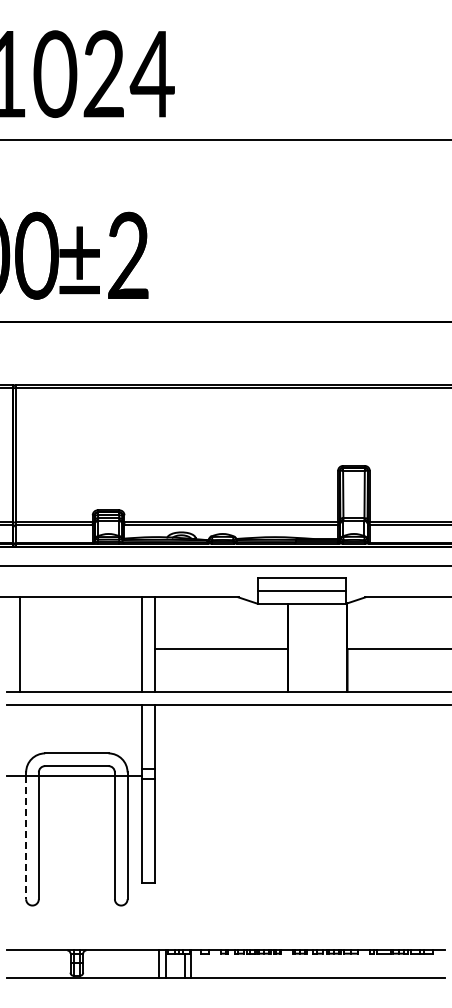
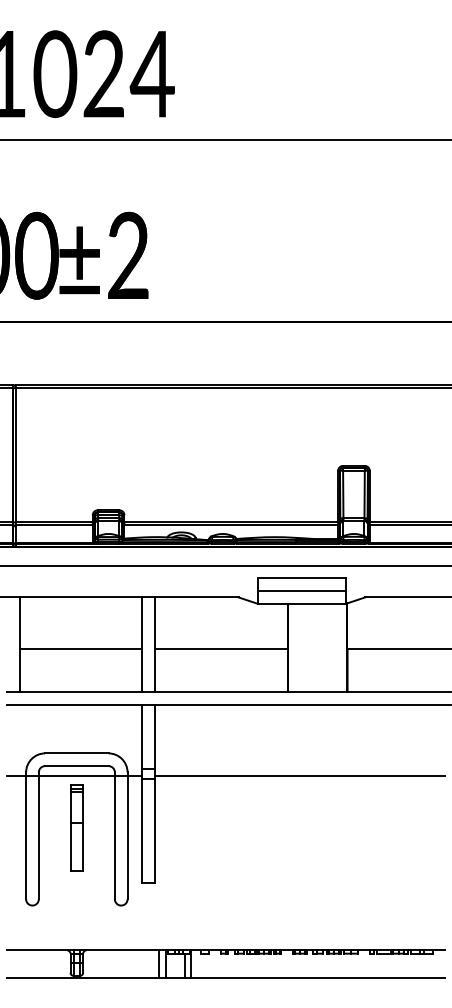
line at (80, 649): none -> present
line at (299, 776): none -> present
part at (76, 827): none -> present
line at (26, 838): dashed -> solid
